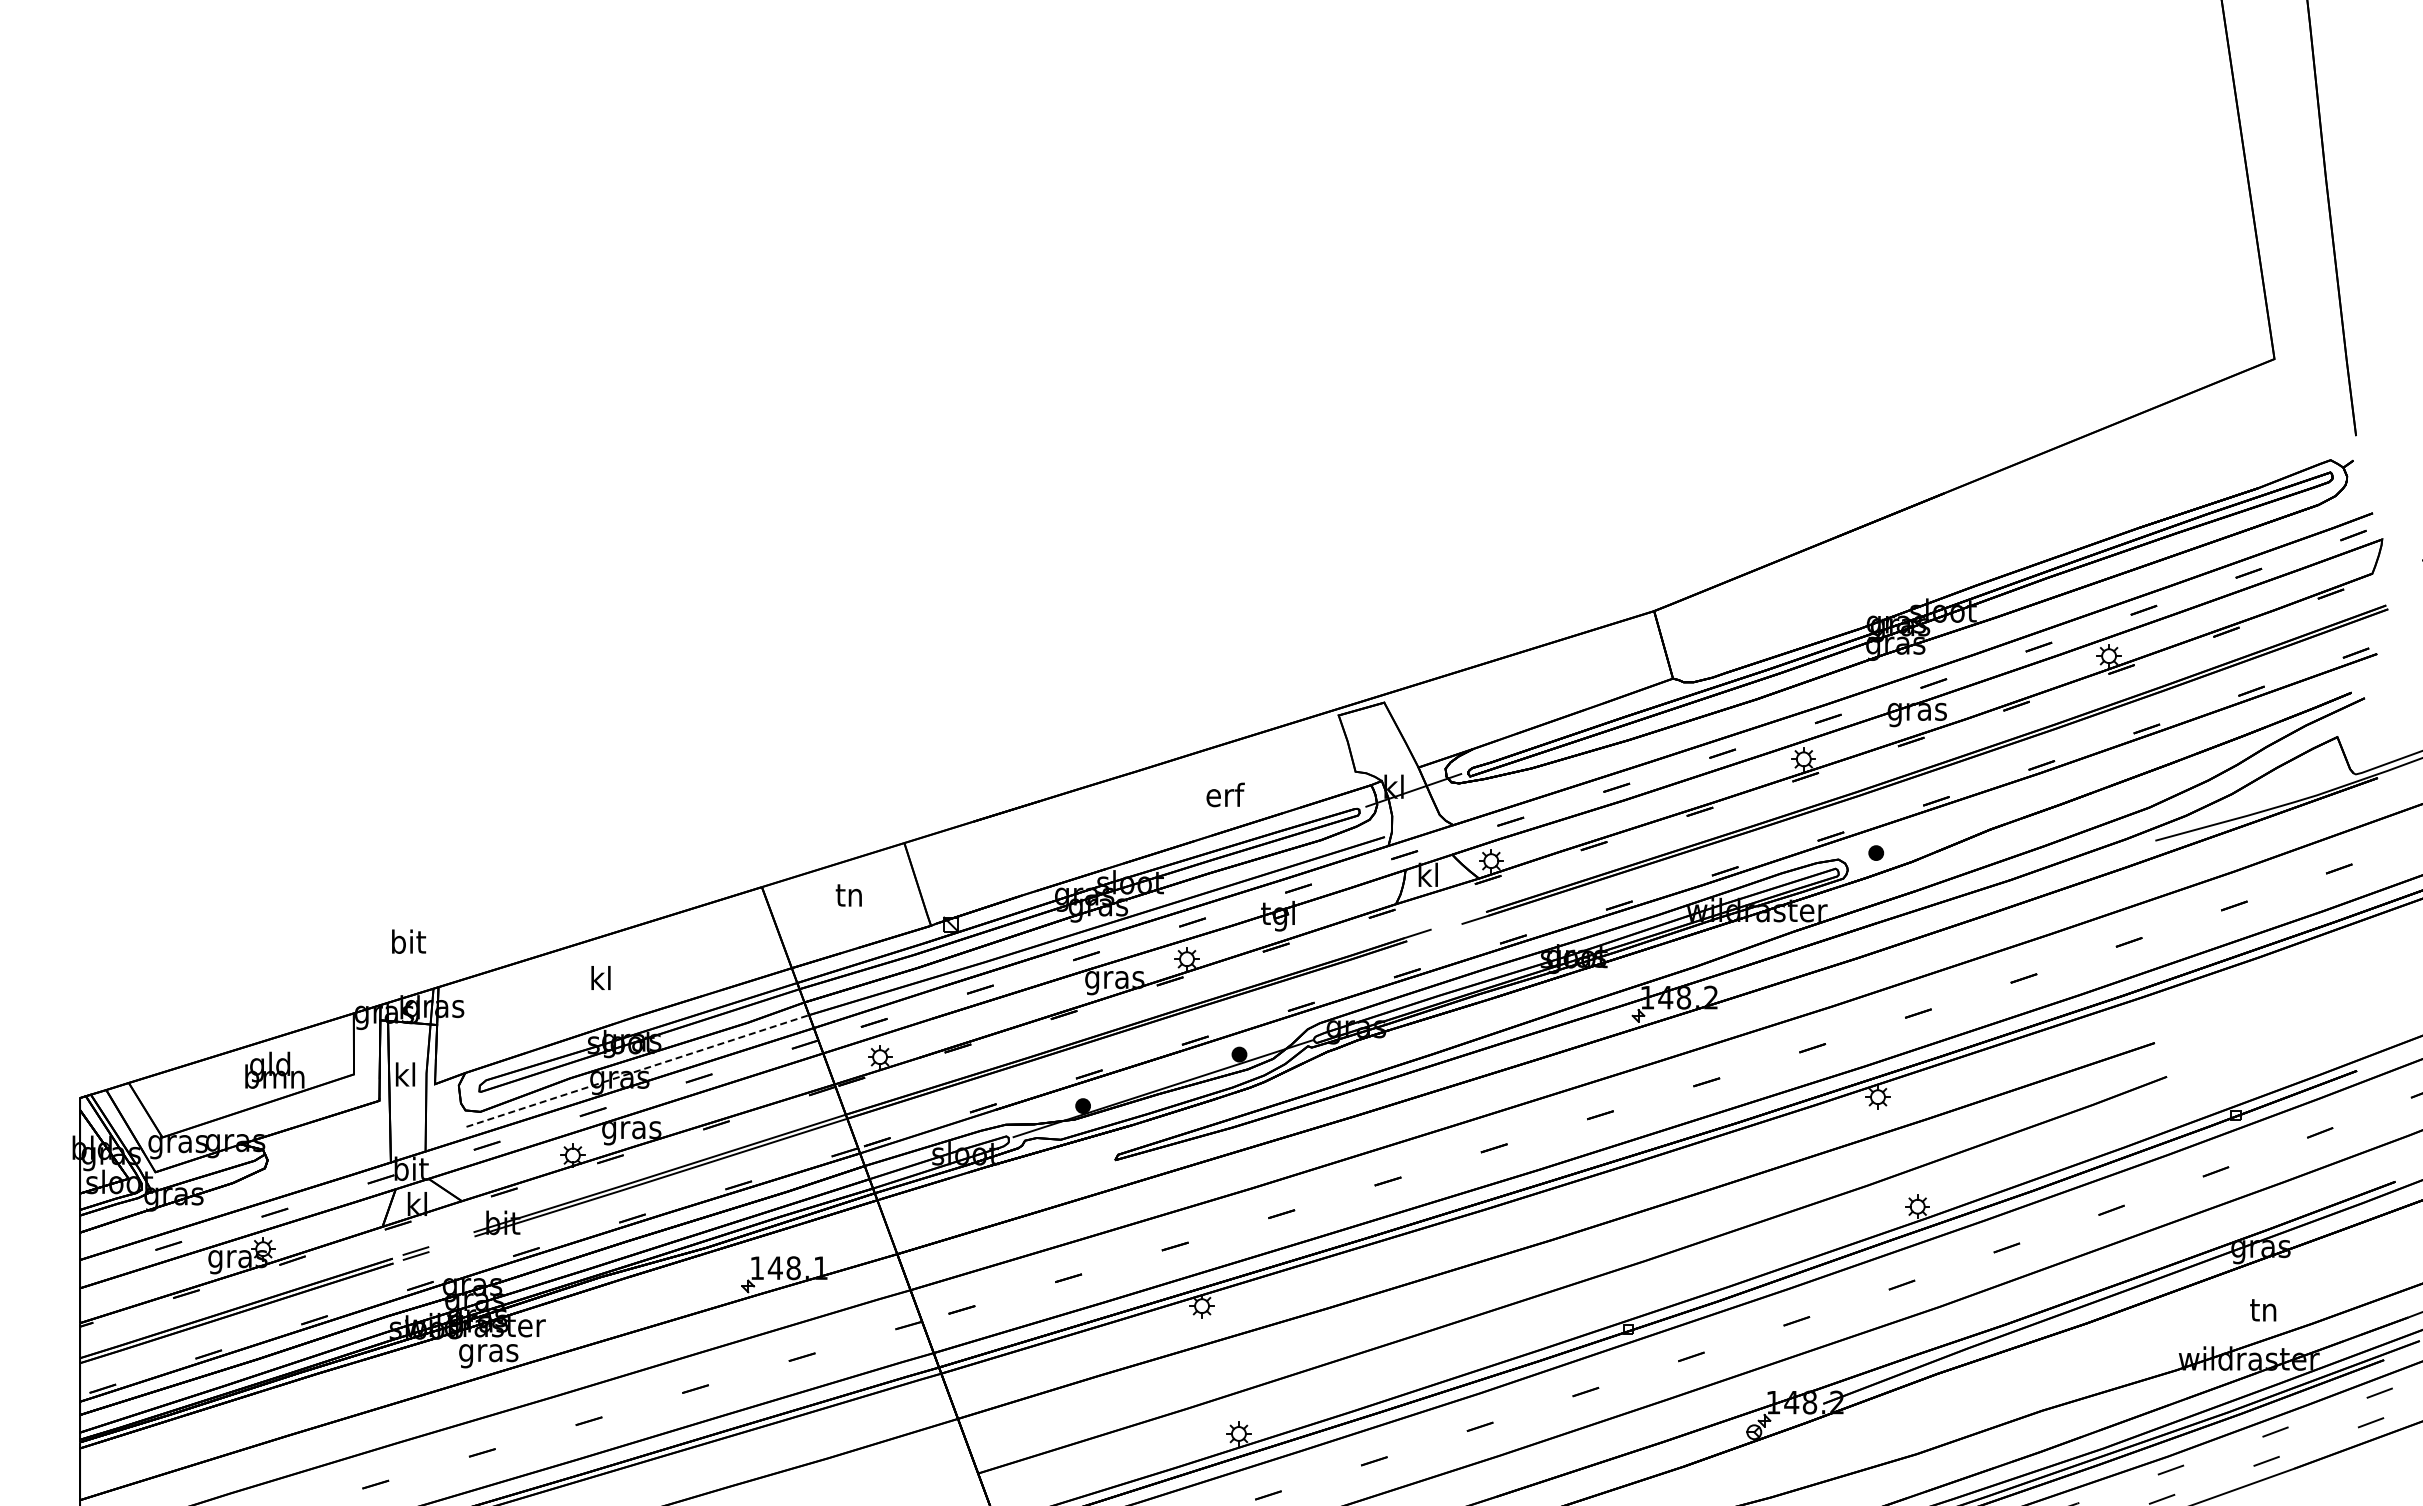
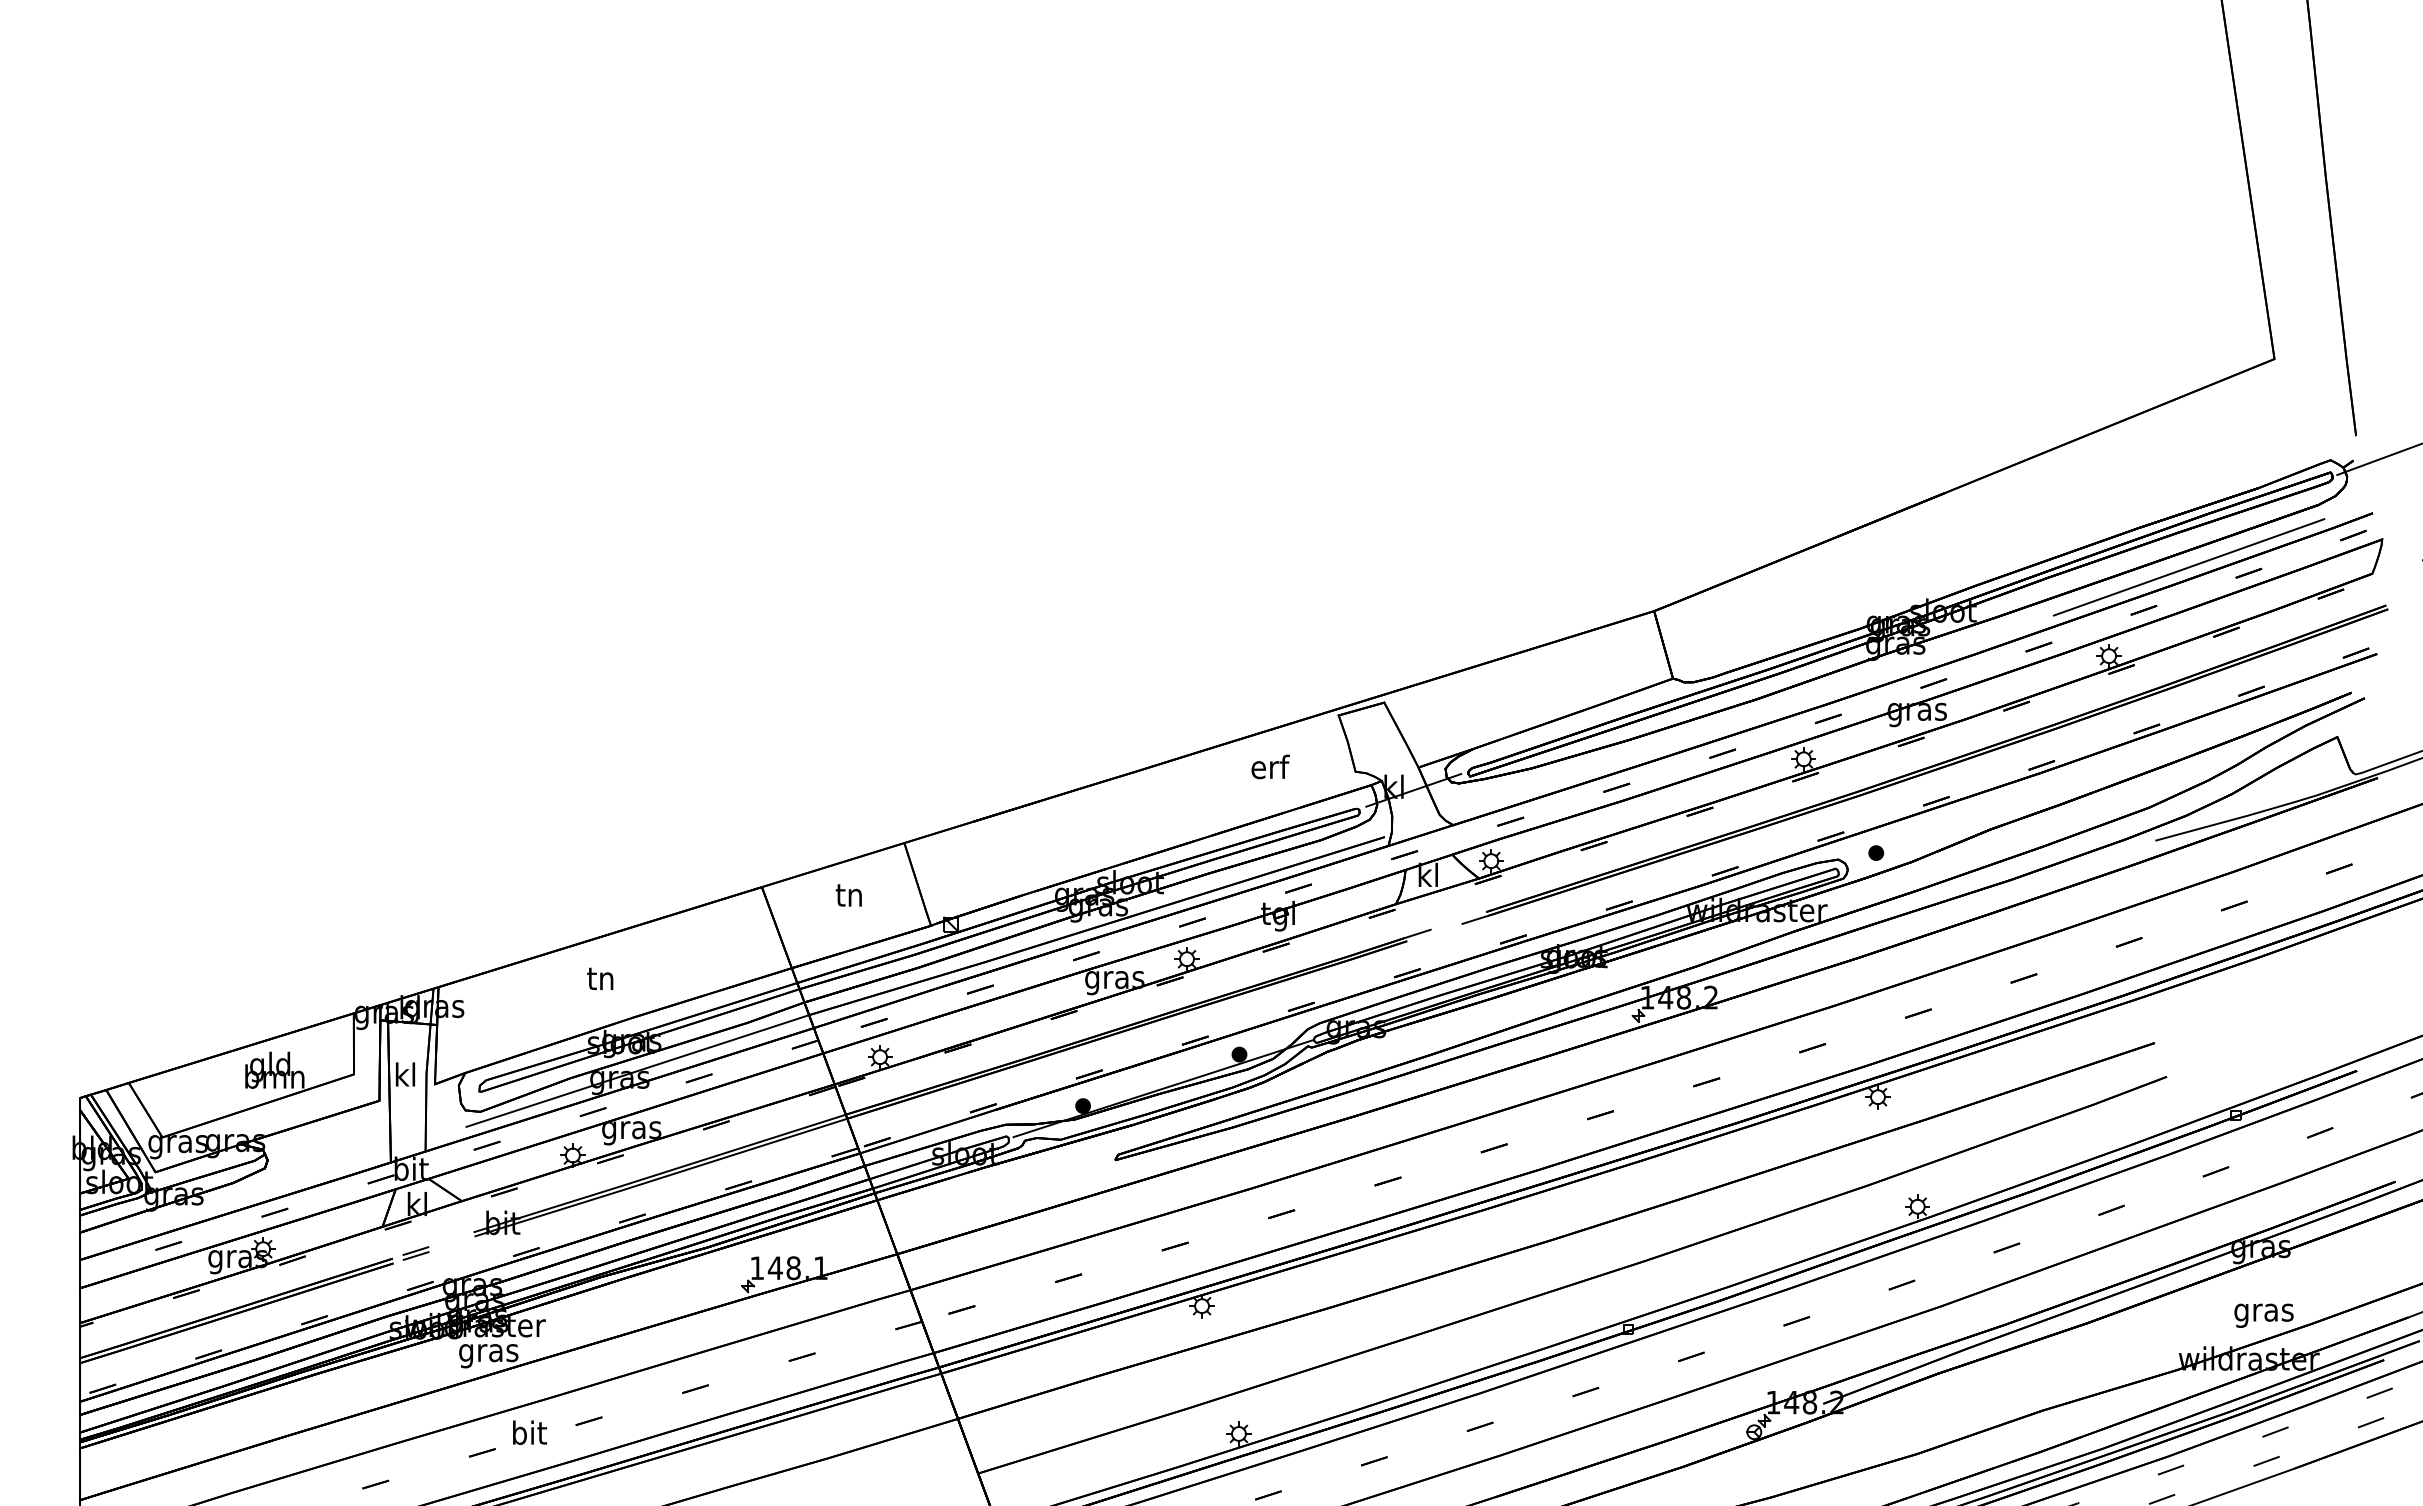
line at (2378, 459): none -> present
line at (2188, 567): none -> present
text at (1225, 794) position: (1225, 794) -> (1270, 766)
text at (409, 941) position: (409, 941) -> (530, 1432)
text at (600, 977): kl -> tn
line at (638, 1070): dashed -> solid
text at (2263, 1313): tn -> gras
